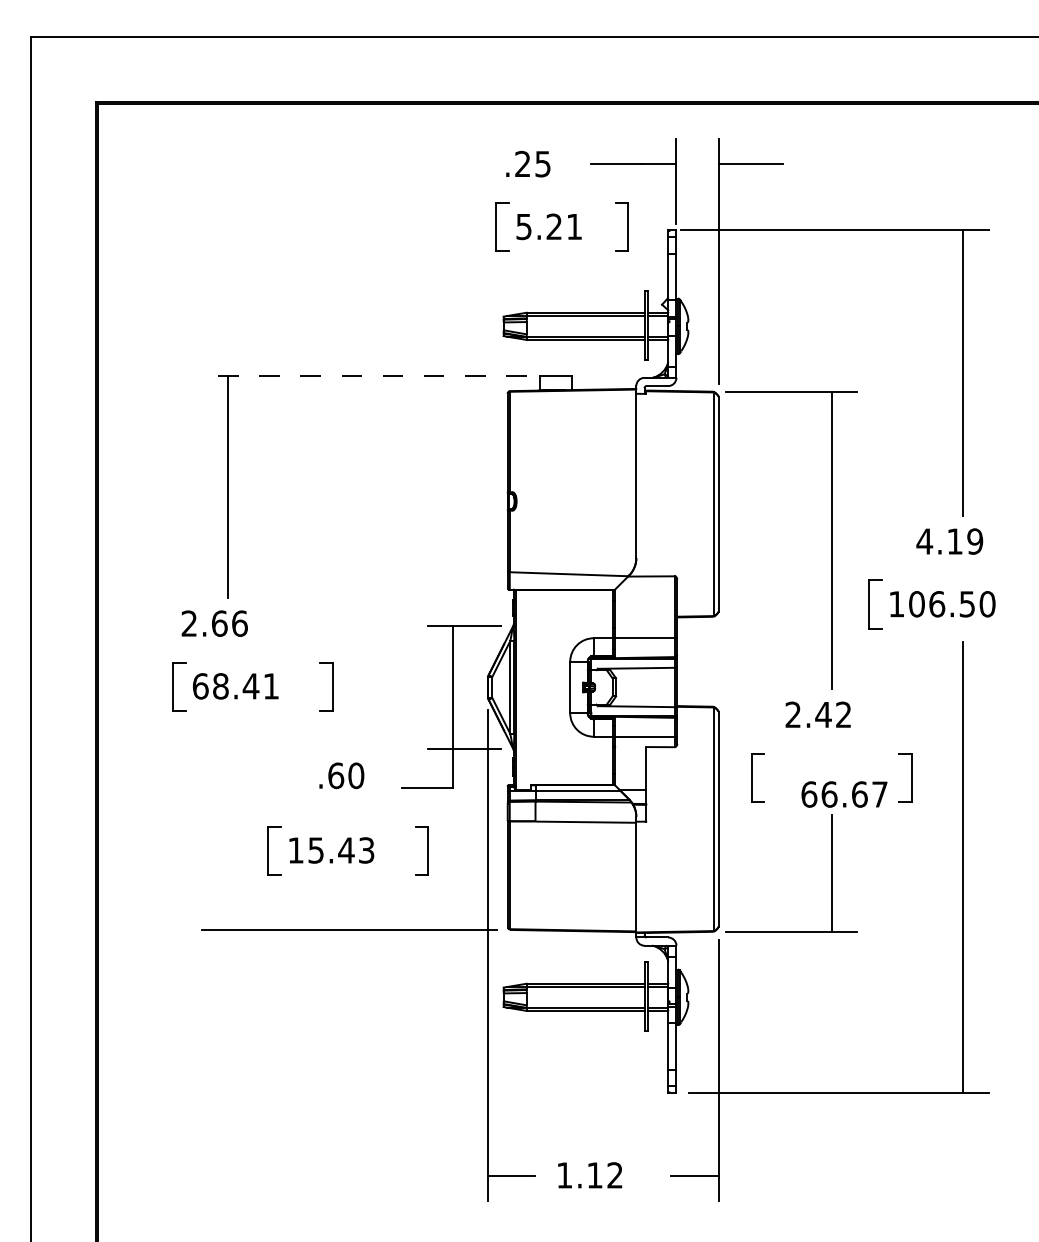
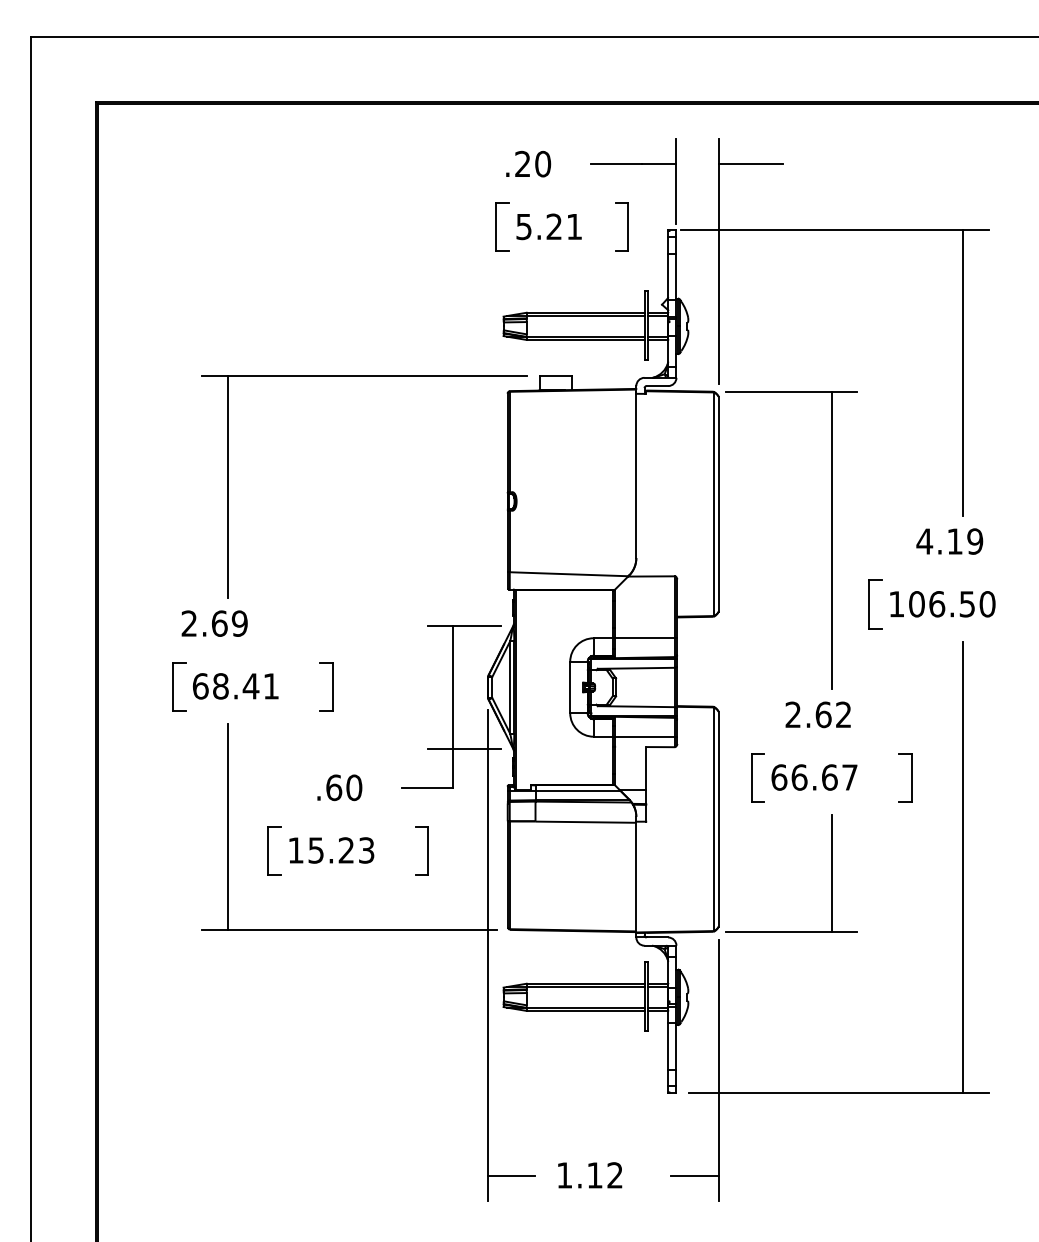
text at (543, 163): .25 -> .20
line at (363, 375): dashed -> solid
text at (239, 623): 2.66 -> 2.69
text at (823, 714): 2.42 -> 2.62
text at (341, 775) position: (341, 775) -> (339, 787)
text at (844, 794) position: (844, 794) -> (814, 777)
line at (227, 826): none -> present
text at (346, 850): 15.43 -> 15.23
